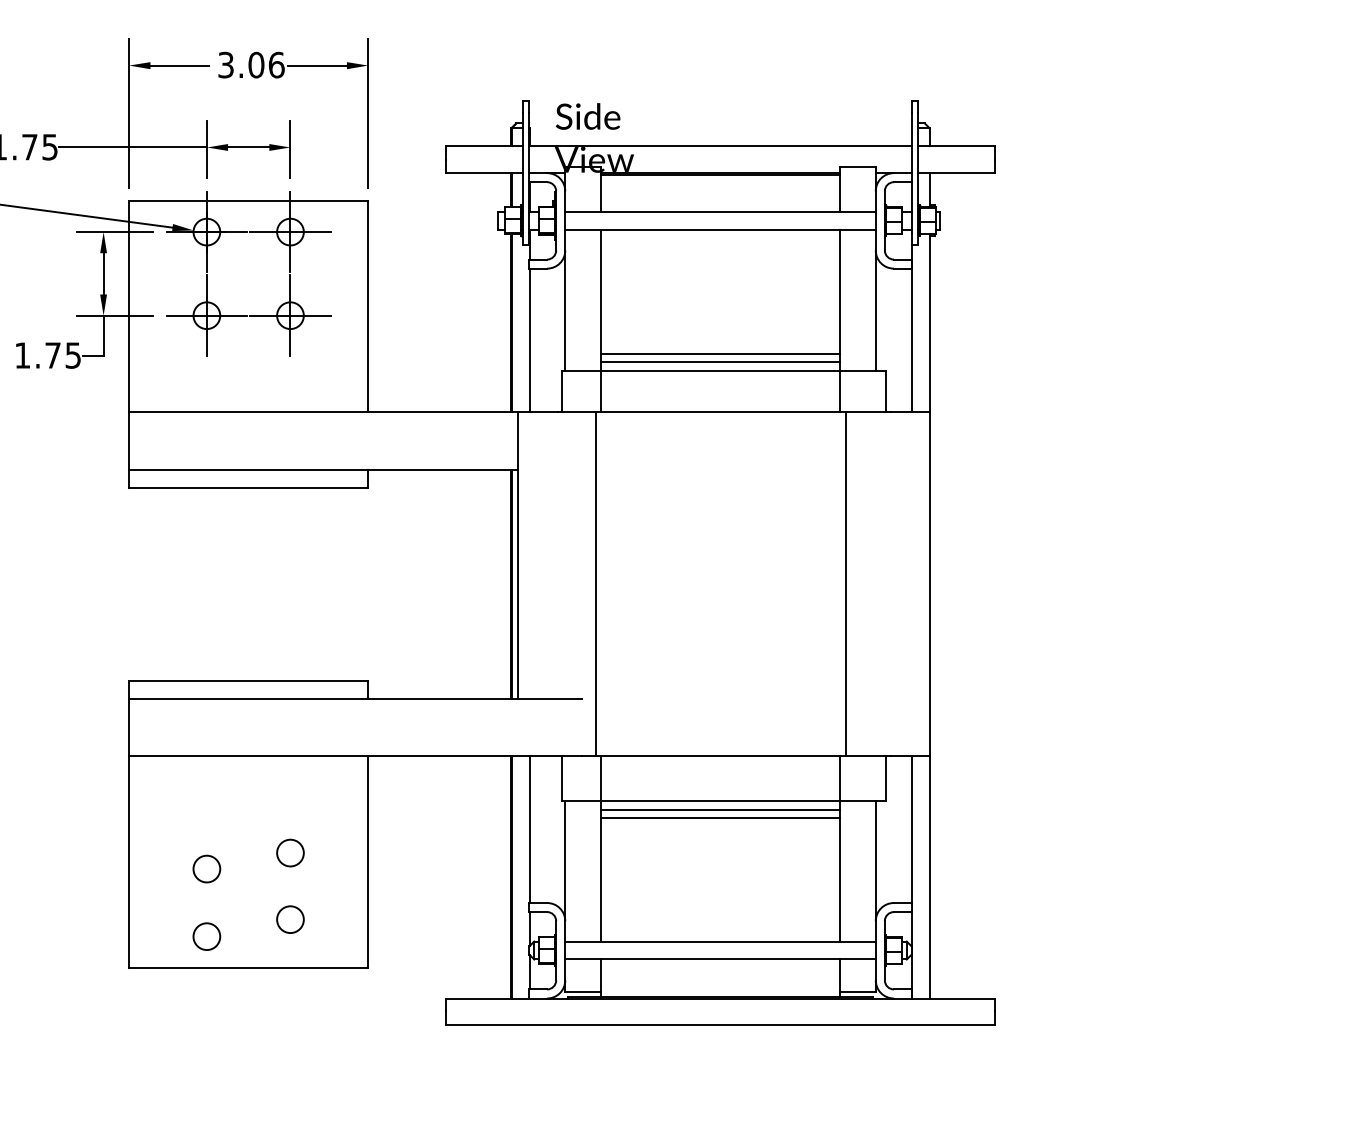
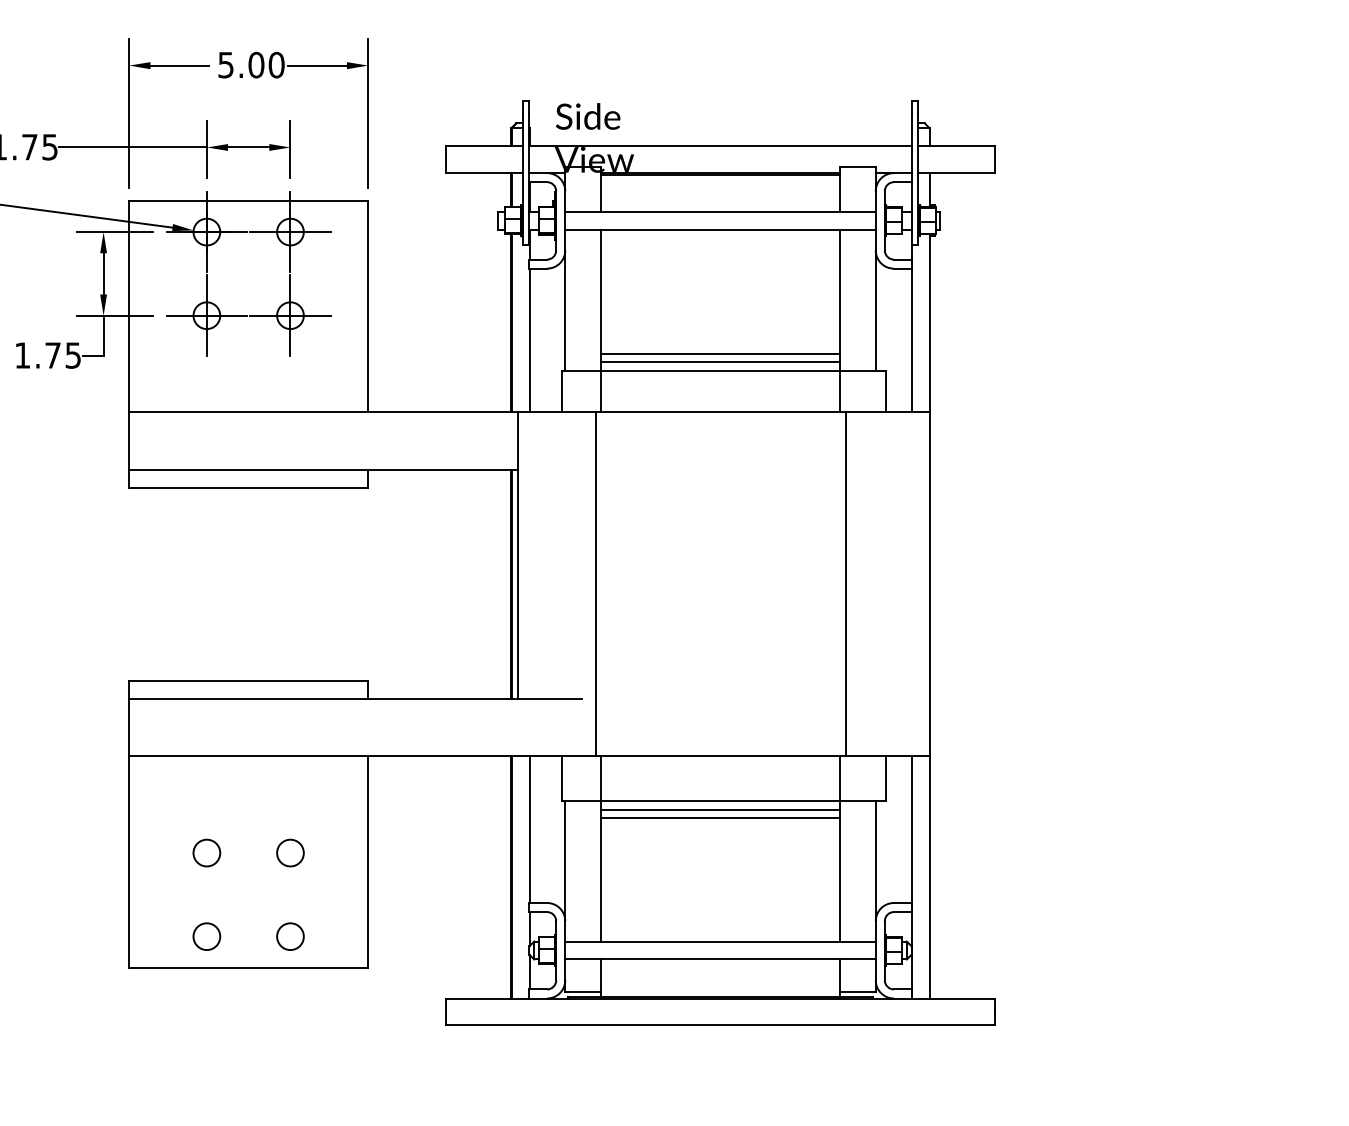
text at (251, 64): 3.06 -> 5.00
circle at (206, 868) position: (206, 868) -> (206, 852)
circle at (290, 919) position: (290, 919) -> (290, 936)
